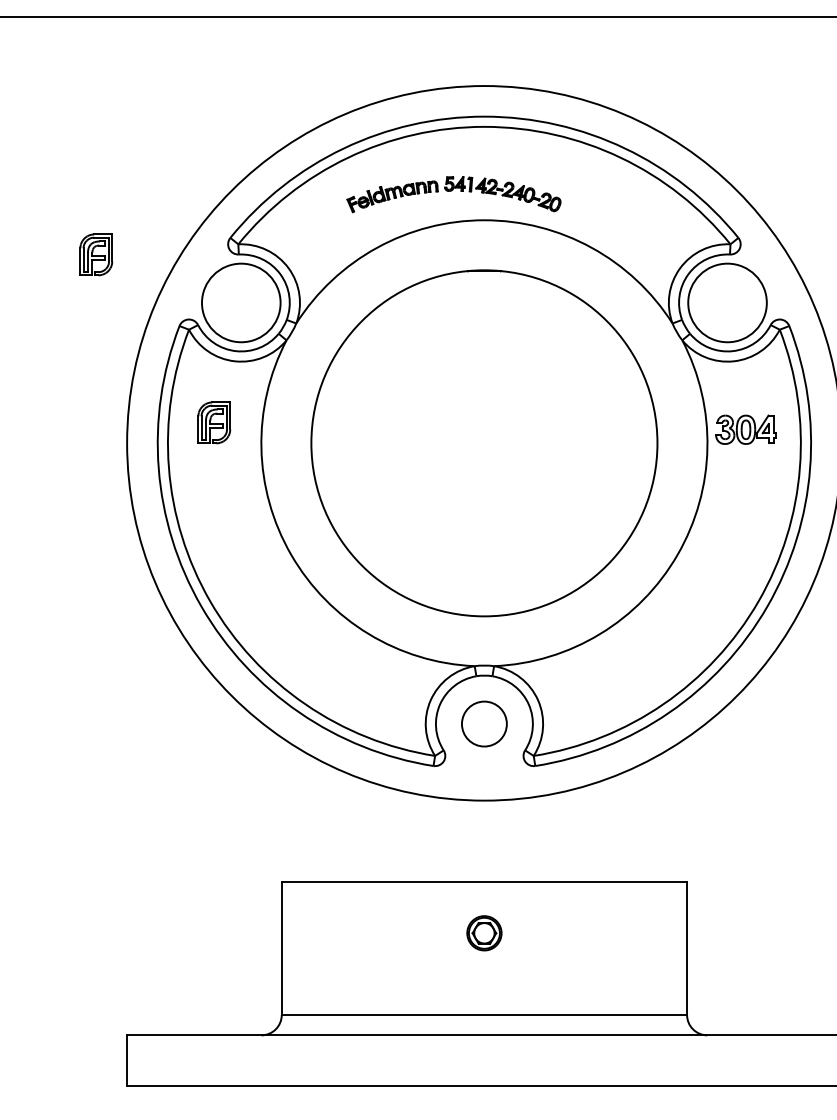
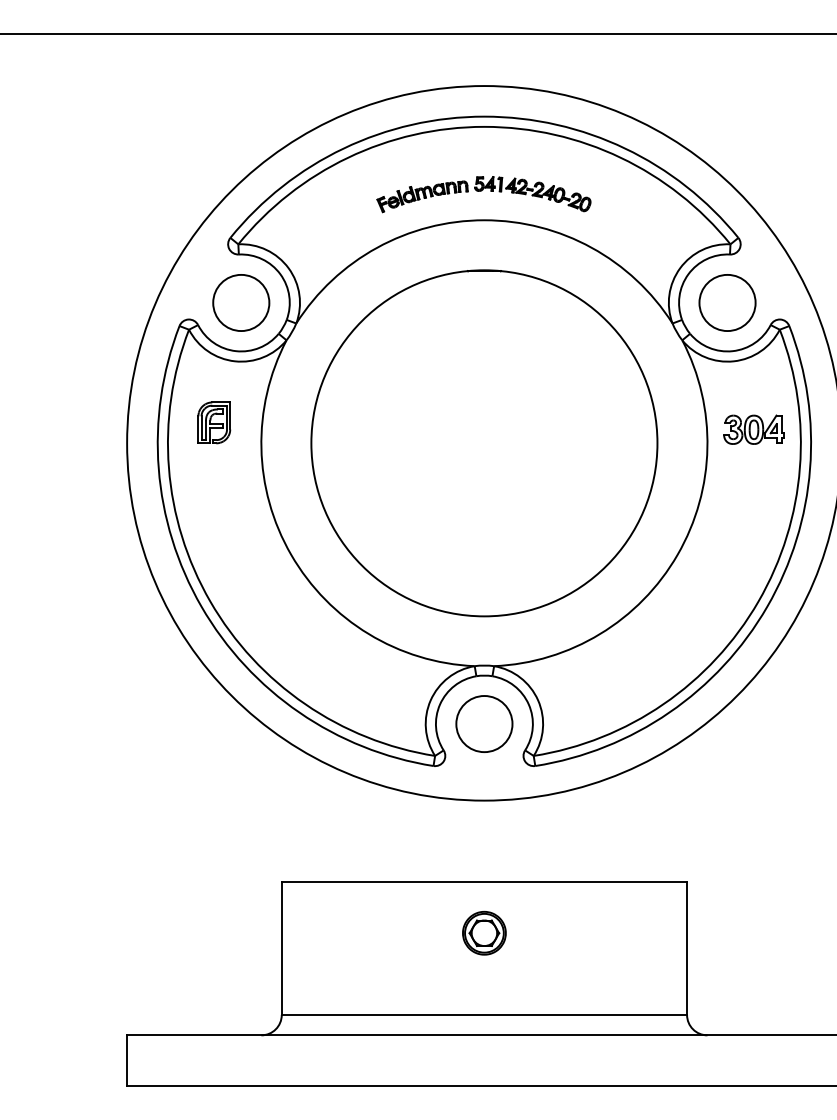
line at (417, 16) position: (417, 16) -> (417, 33)
part at (453, 194) position: (453, 194) -> (483, 194)
part at (96, 254): present -> none
circle at (240, 302) diameter: 79 px -> 56 px
circle at (727, 302) diameter: 79 px -> 56 px
part at (745, 429) position: (745, 429) -> (753, 429)
circle at (483, 723) diameter: 45 px -> 56 px
part at (484, 933) size: 37x37 px -> 45x45 px
